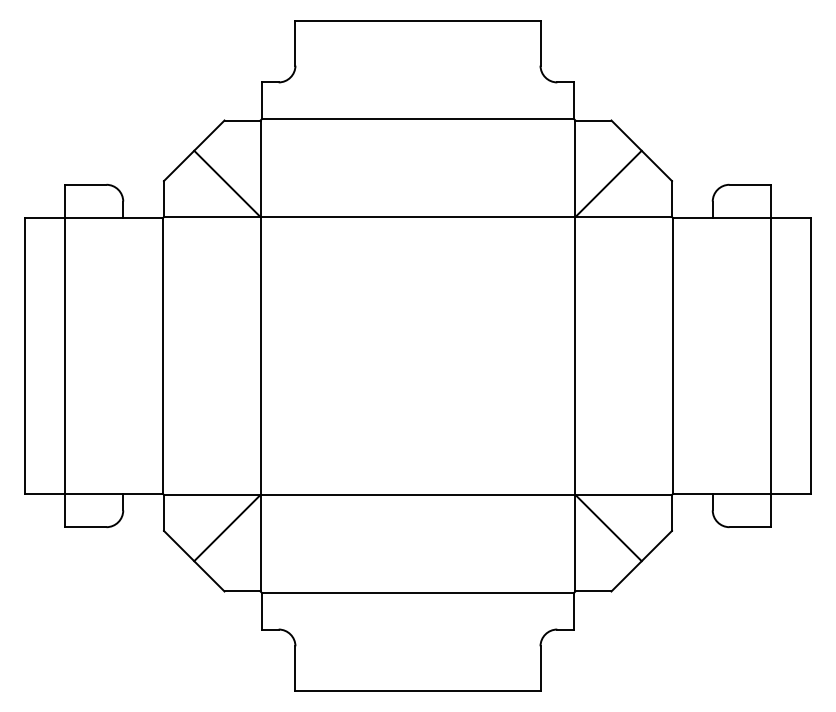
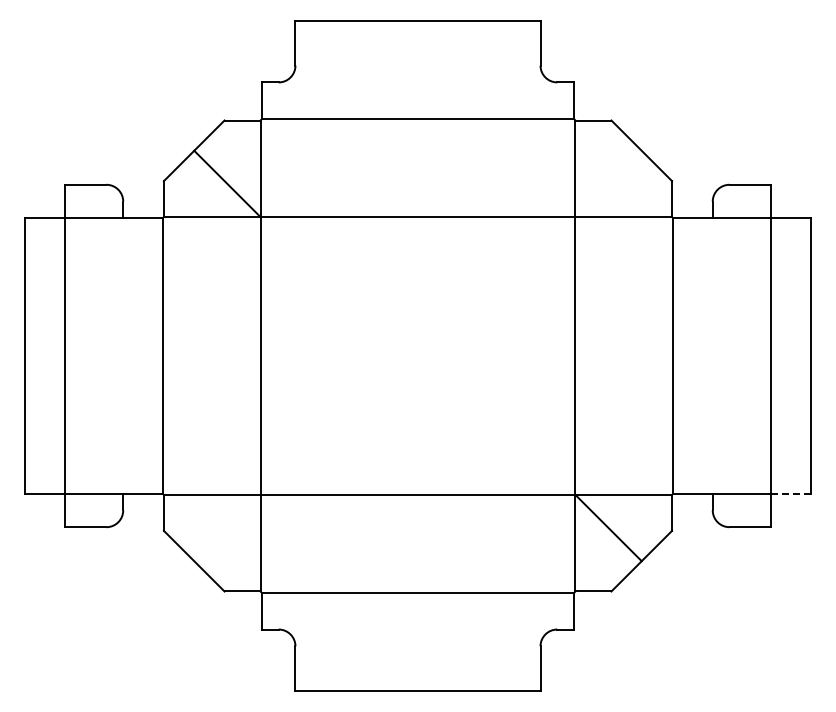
line at (608, 183): present -> none
line at (791, 493): solid -> dashed
line at (227, 527): present -> none
